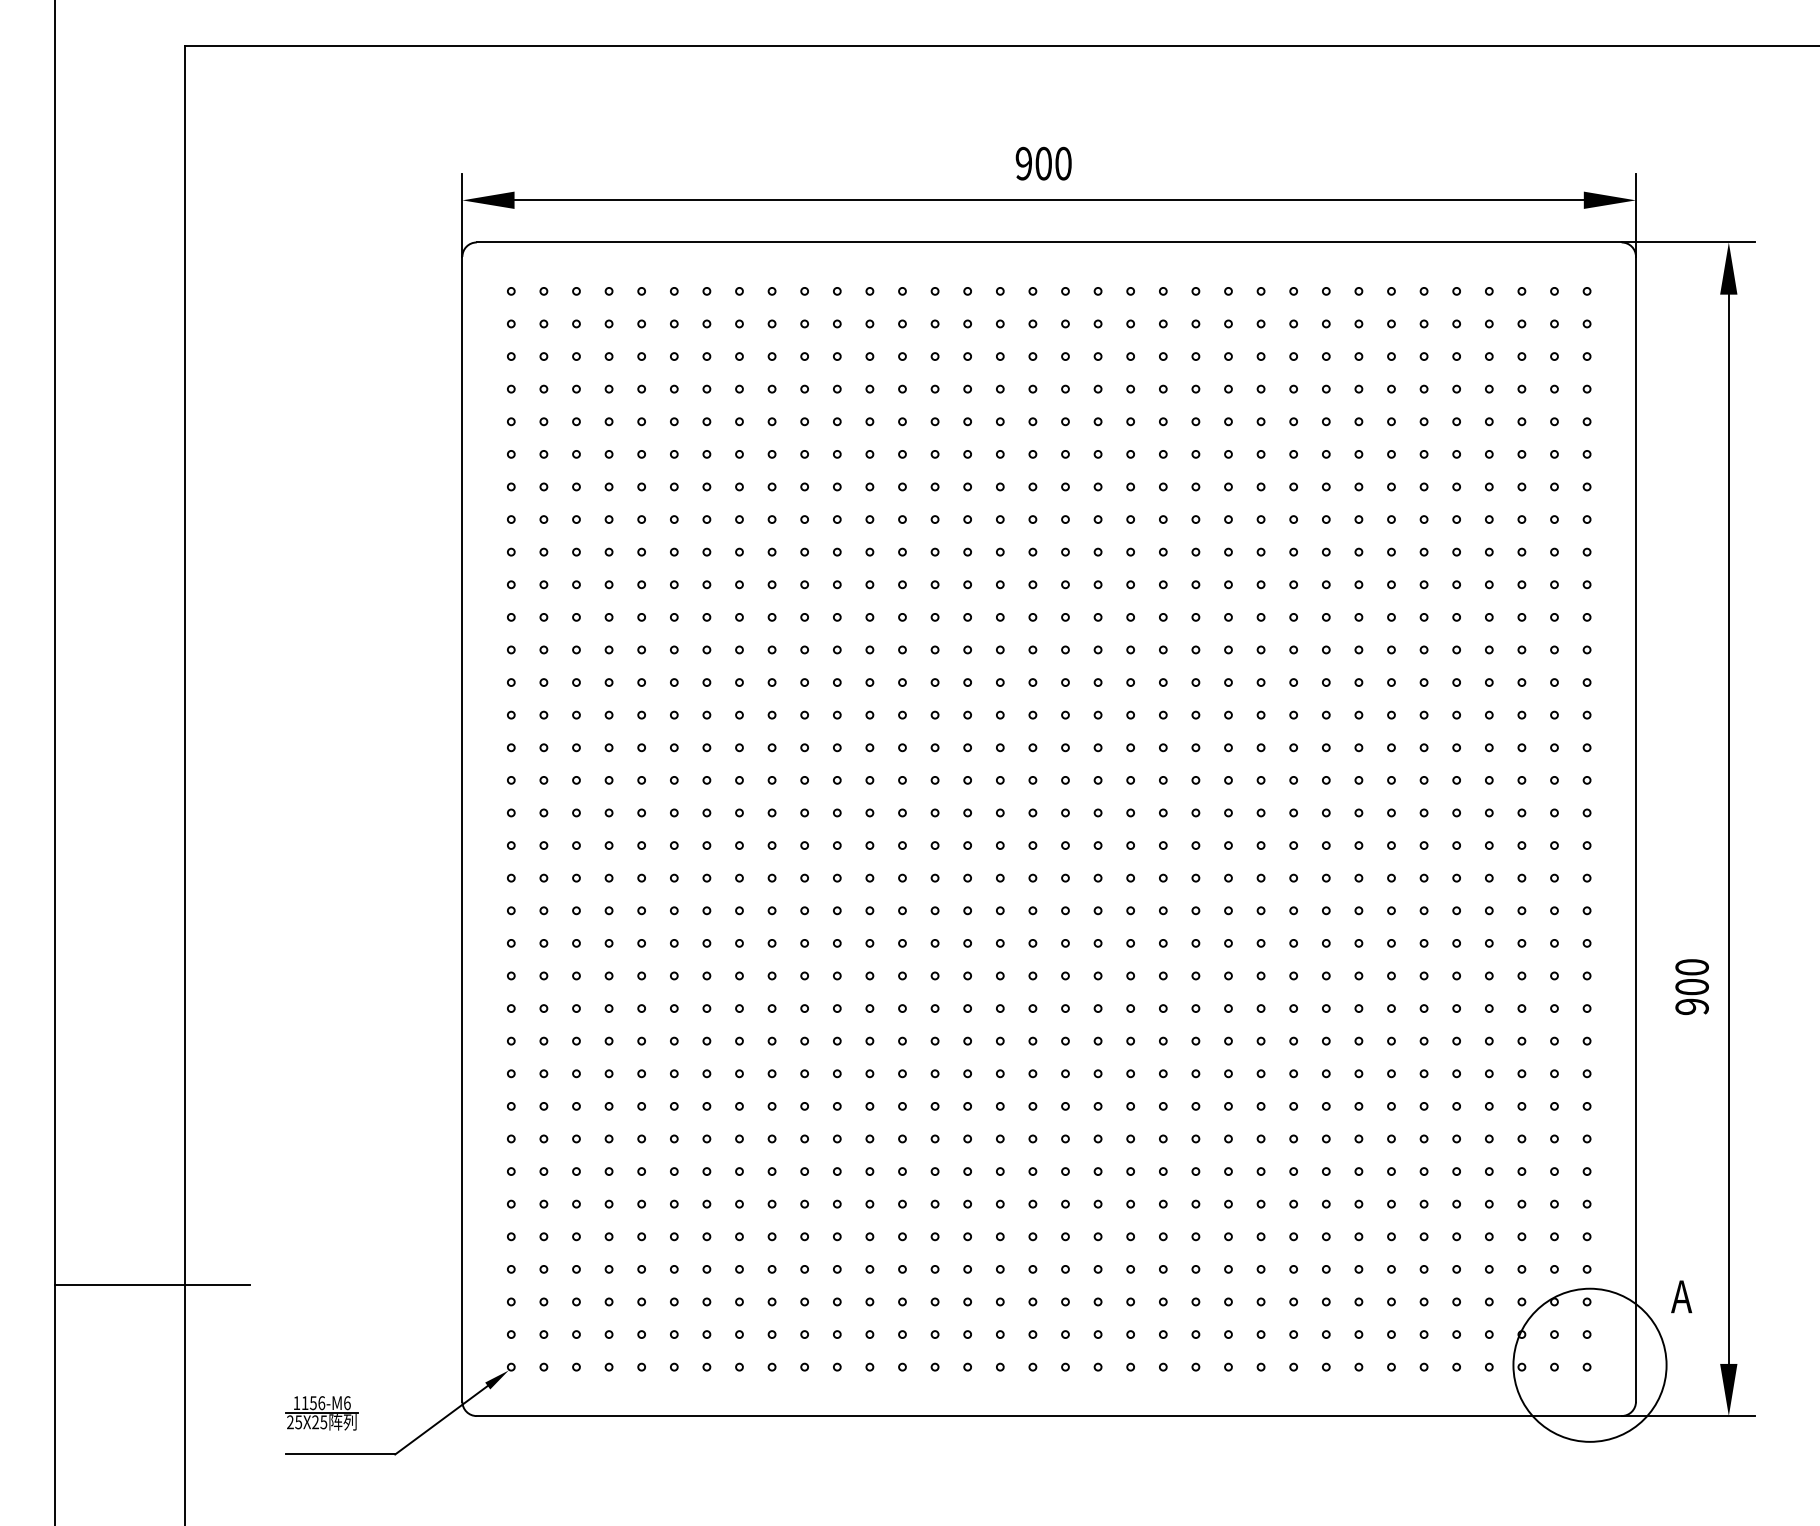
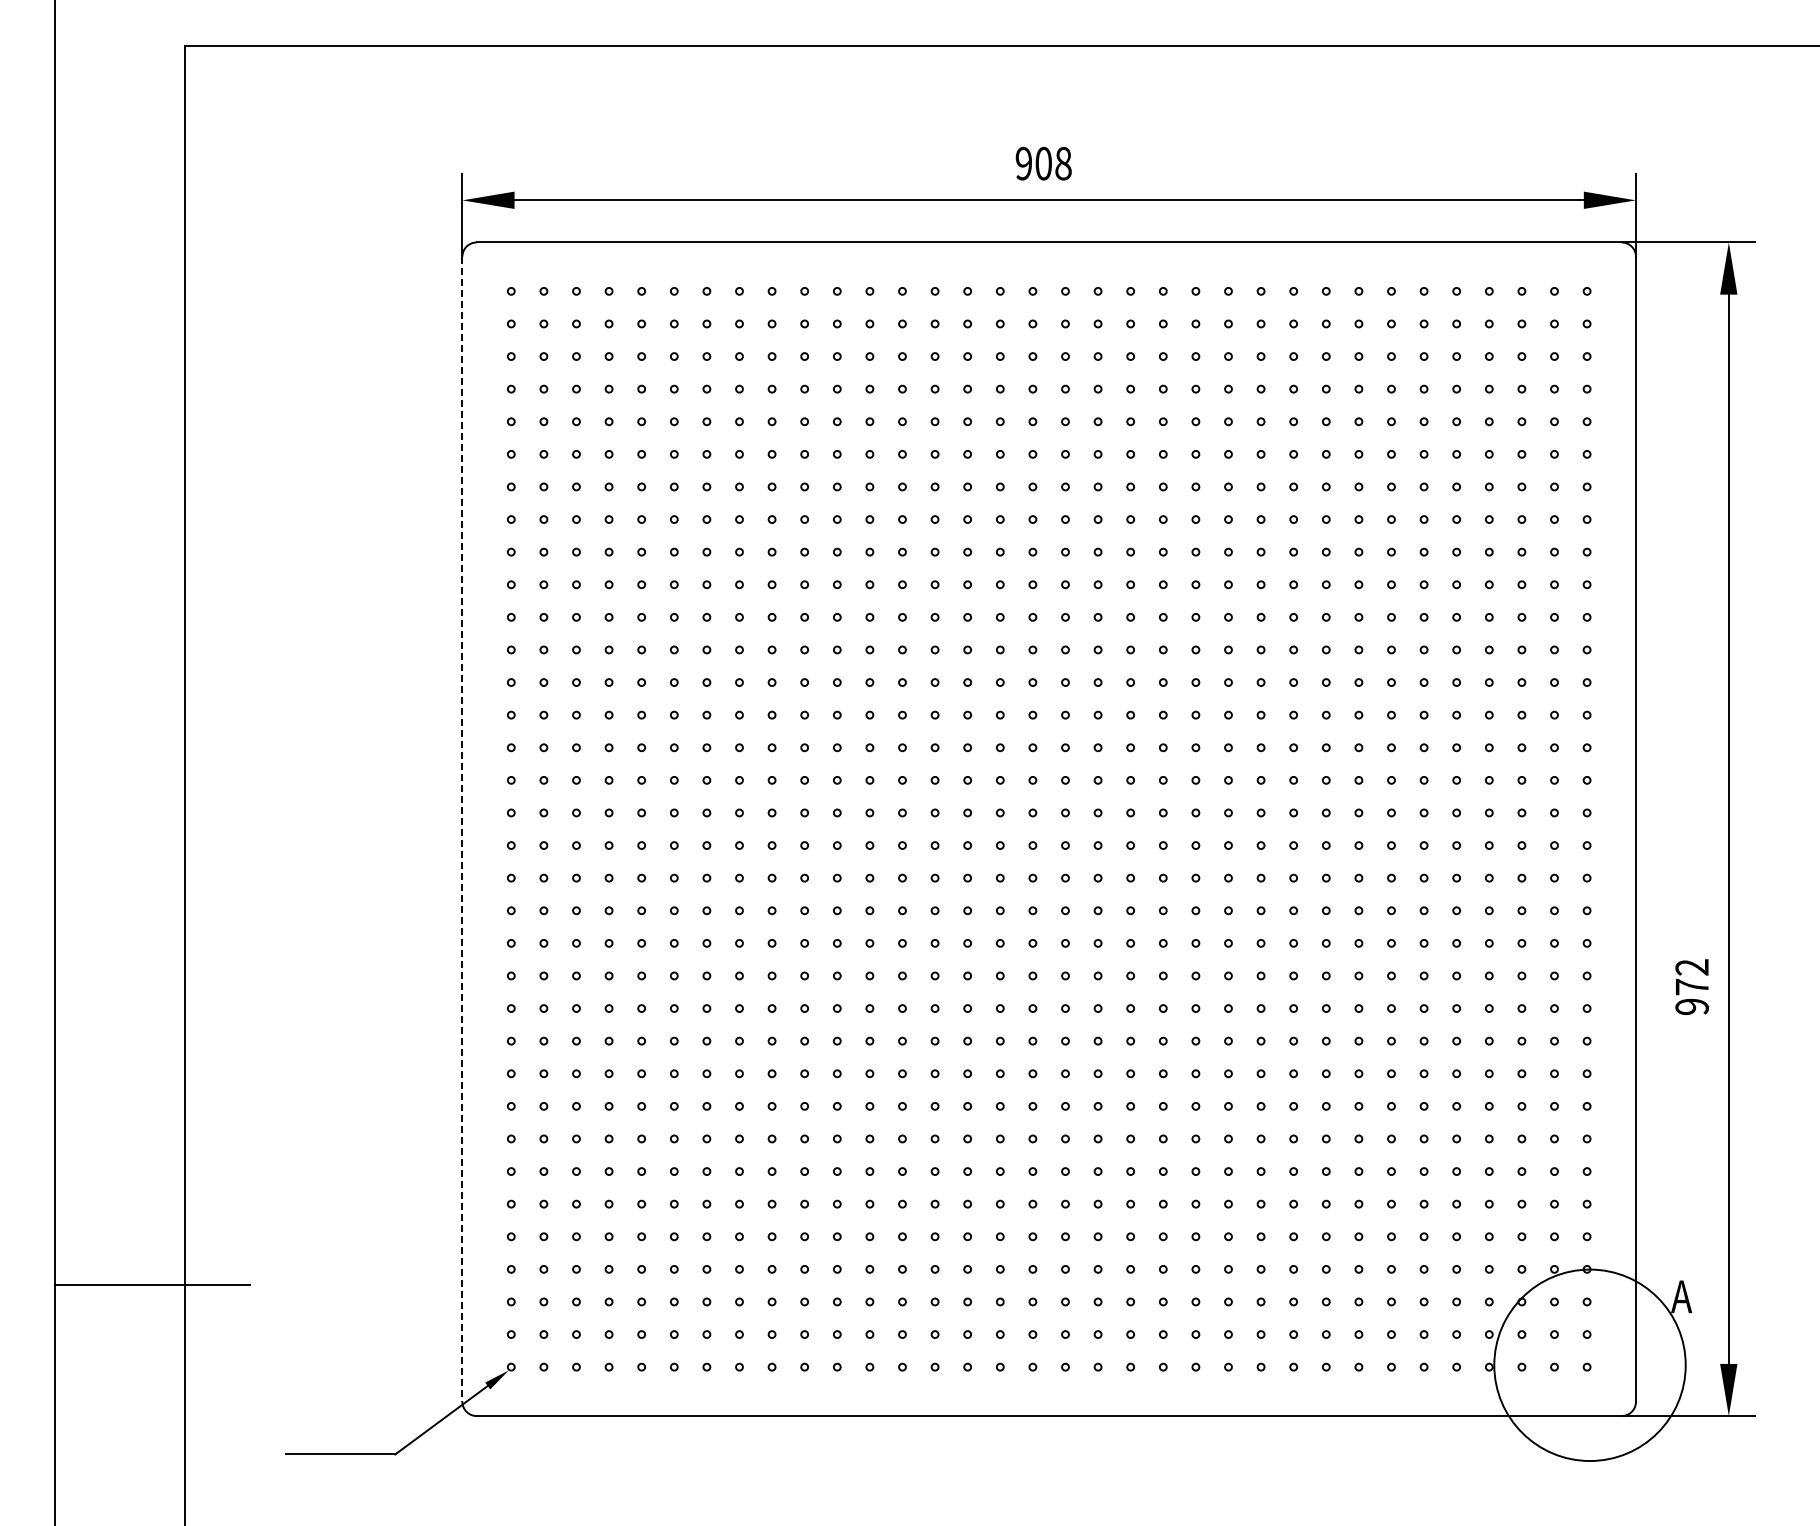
text at (1063, 163): 900 -> 908
line at (462, 829): solid -> dashed
text at (1691, 977): 900 -> 972
circle at (1589, 1364) diameter: 153 px -> 191 px
part at (321, 1413): present -> none
